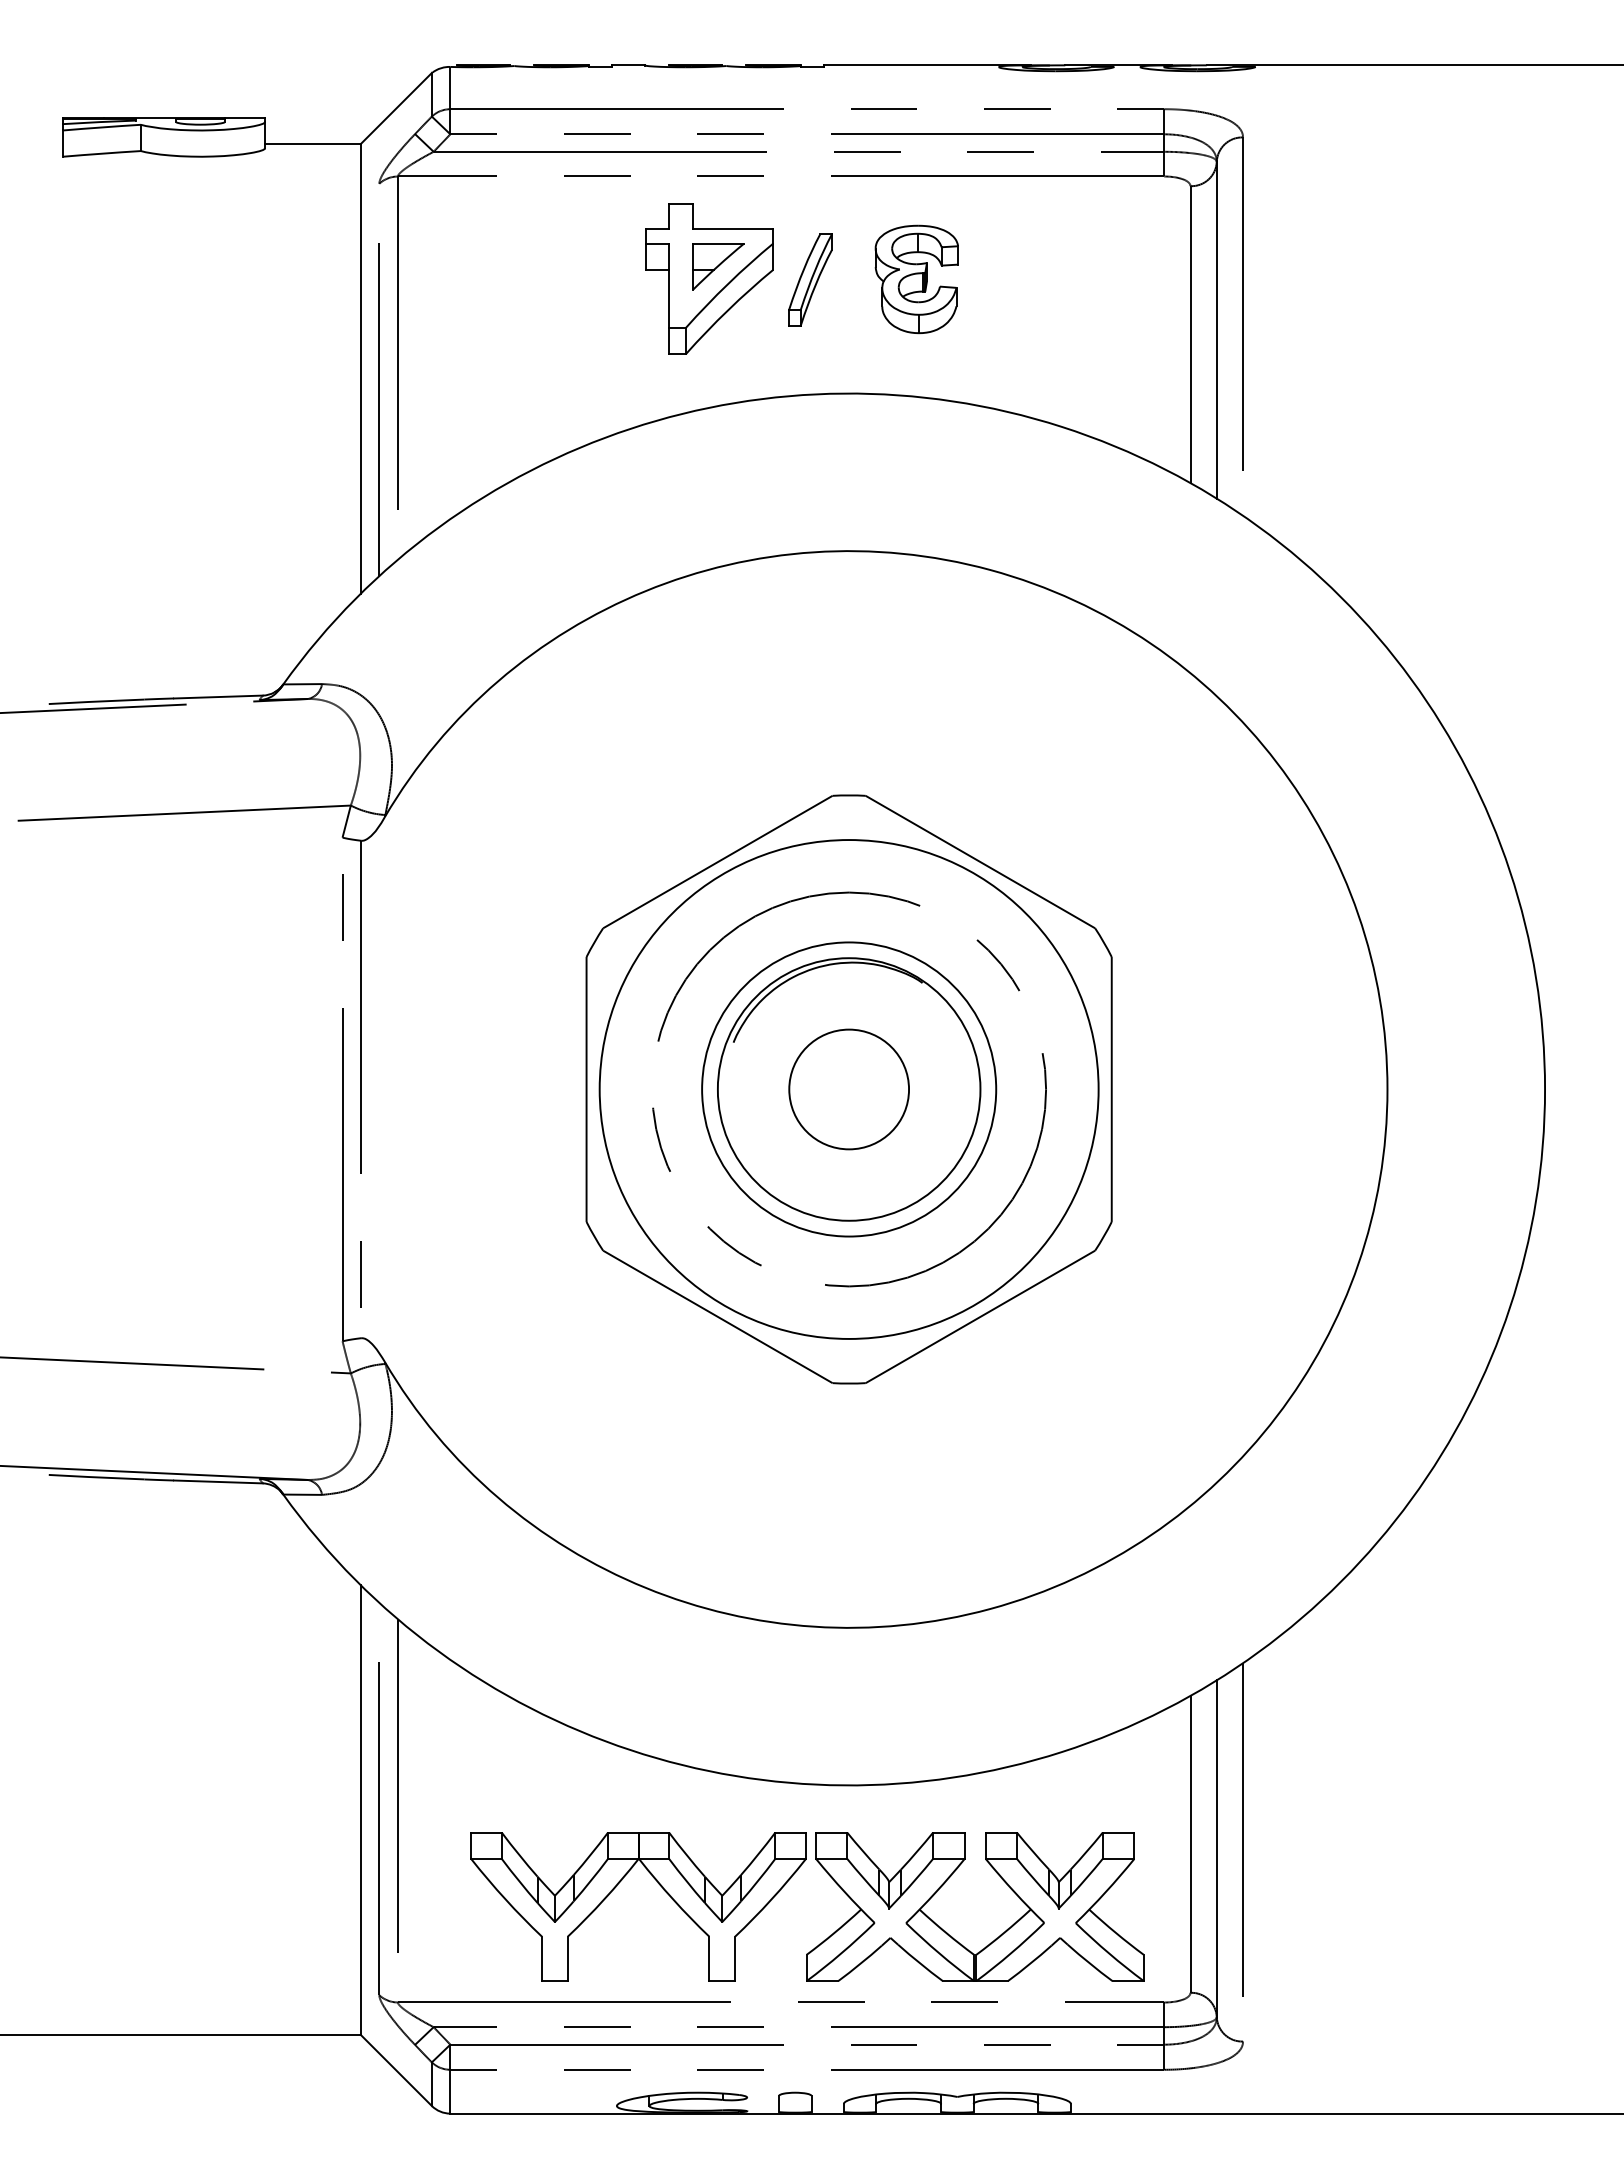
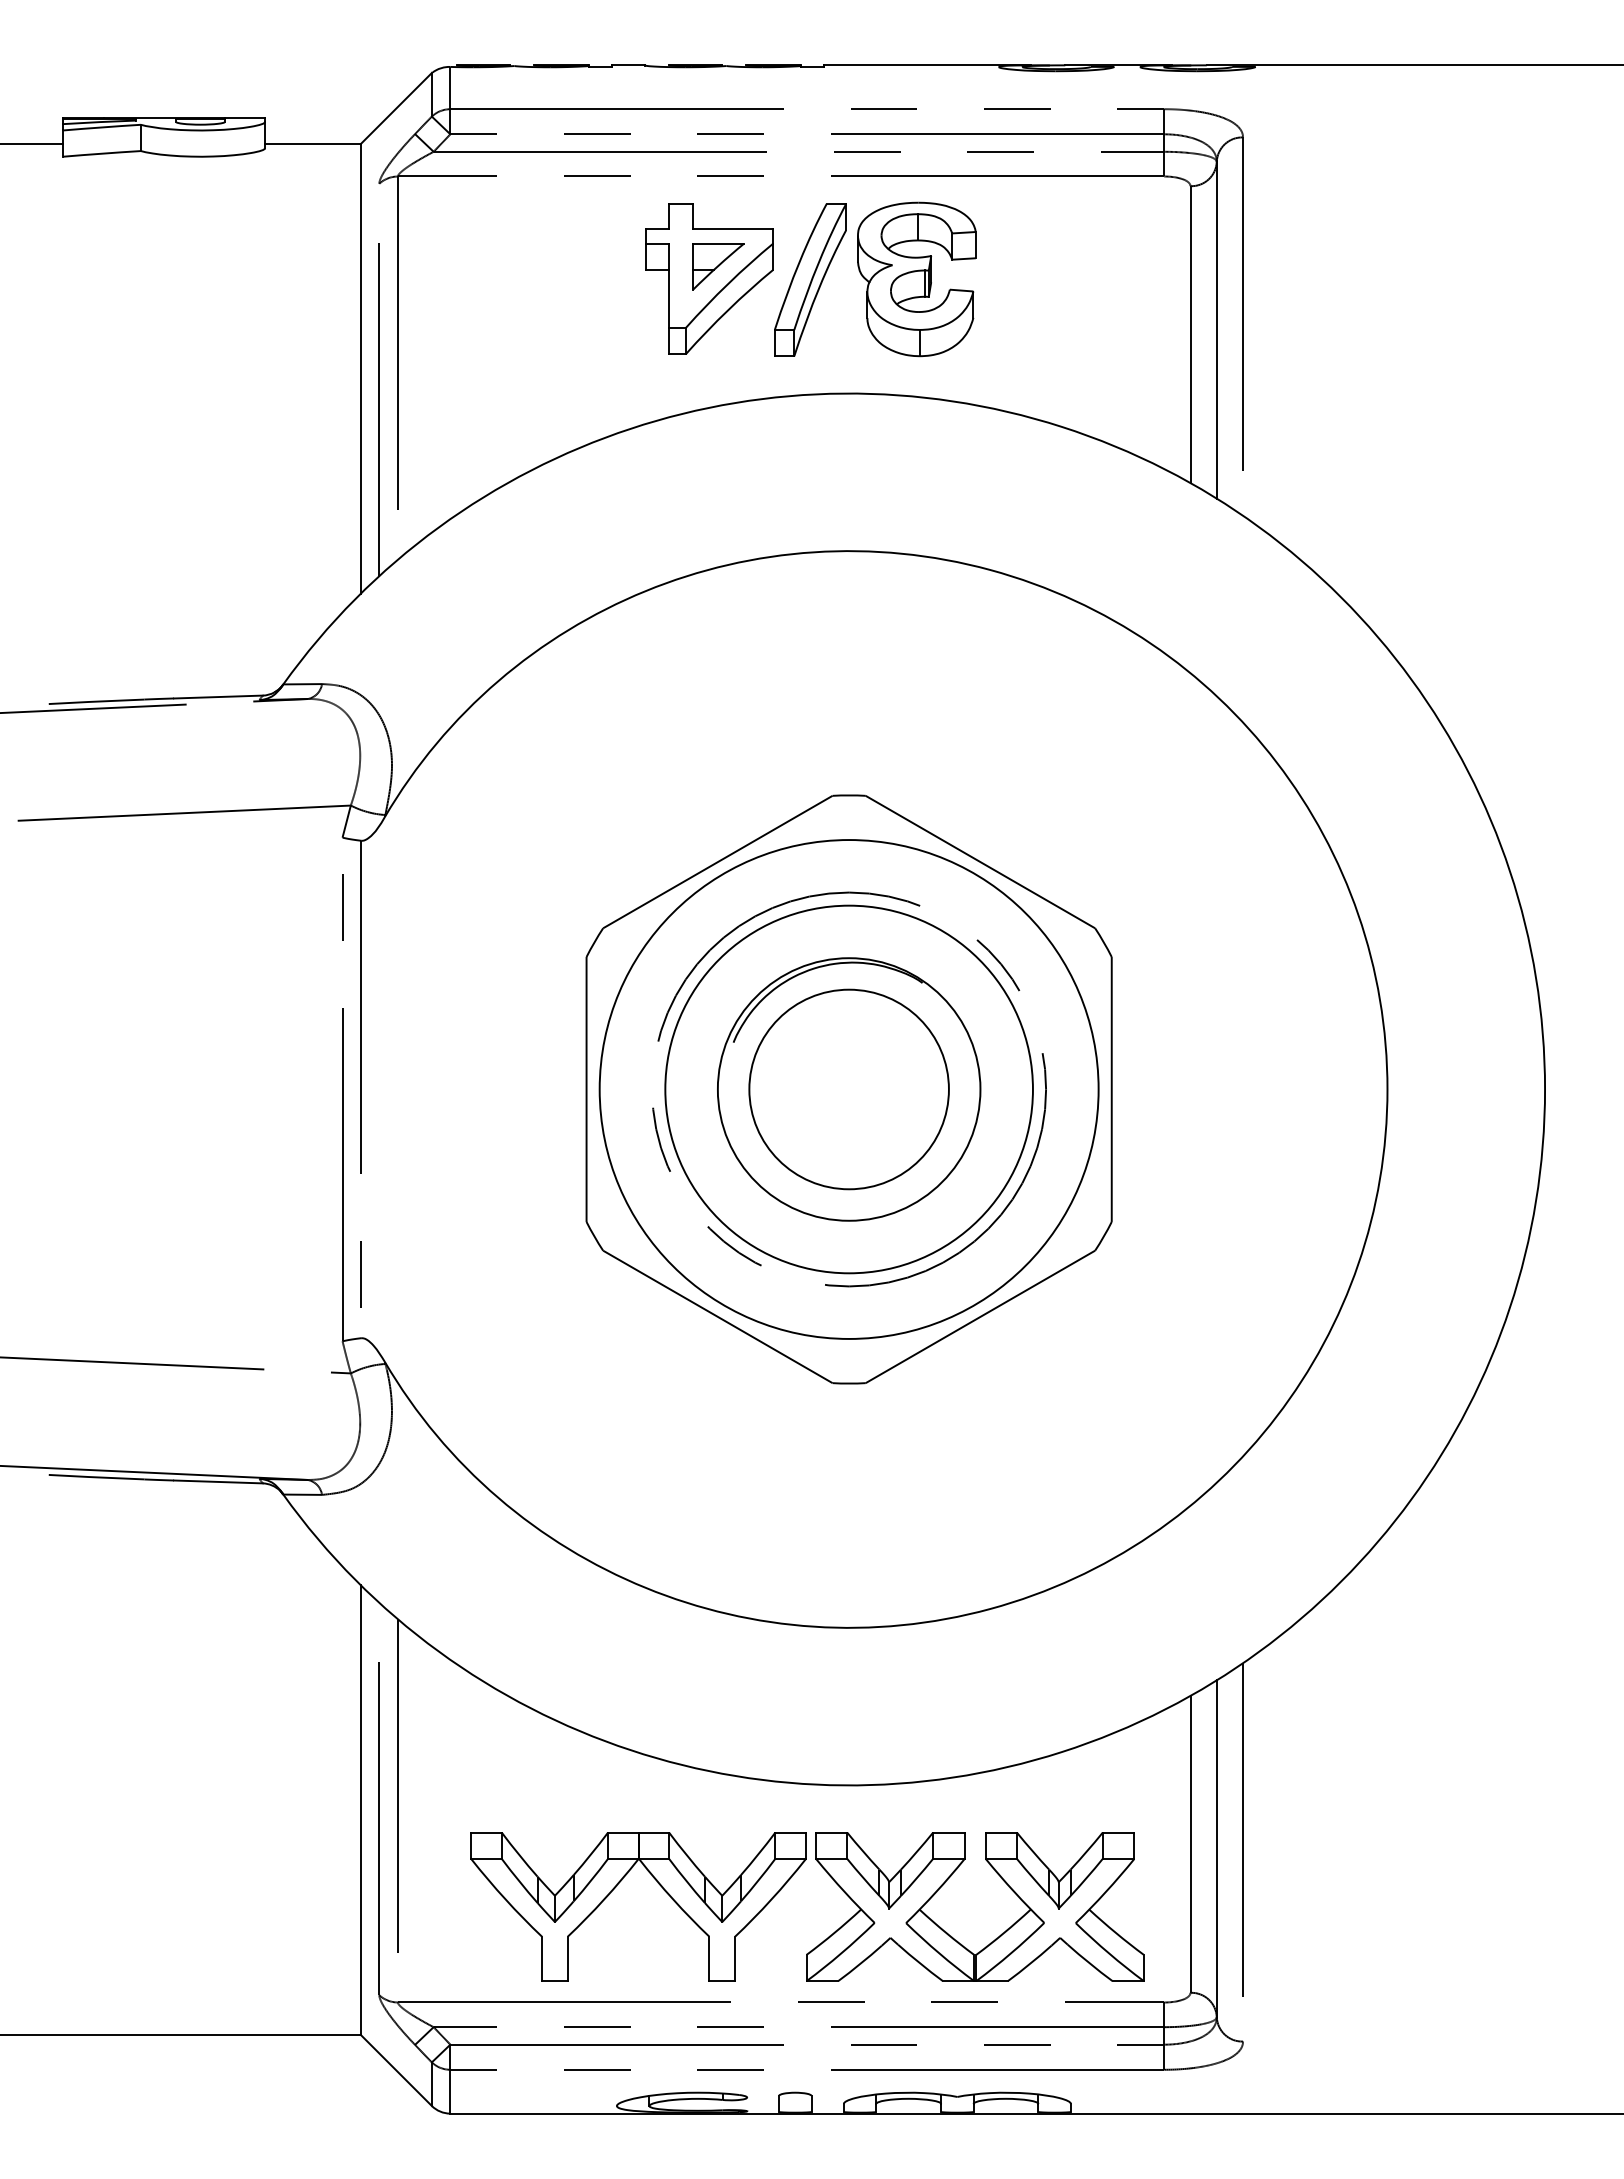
line at (32, 144): none -> present
part at (810, 279) size: 45x94 px -> 73x154 px
part at (916, 279) size: 85x111 px -> 120x157 px
circle at (849, 1089) diameter: 120 px -> 200 px
circle at (849, 1089) diameter: 294 px -> 368 px
